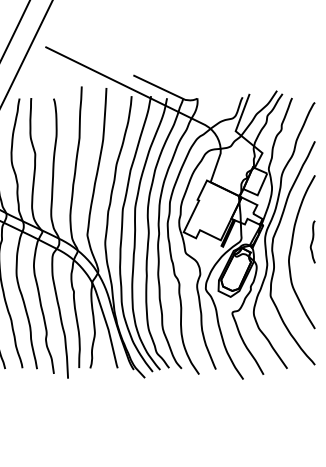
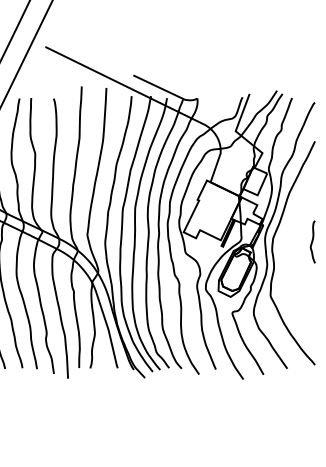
curve at (291, 251): present -> none
